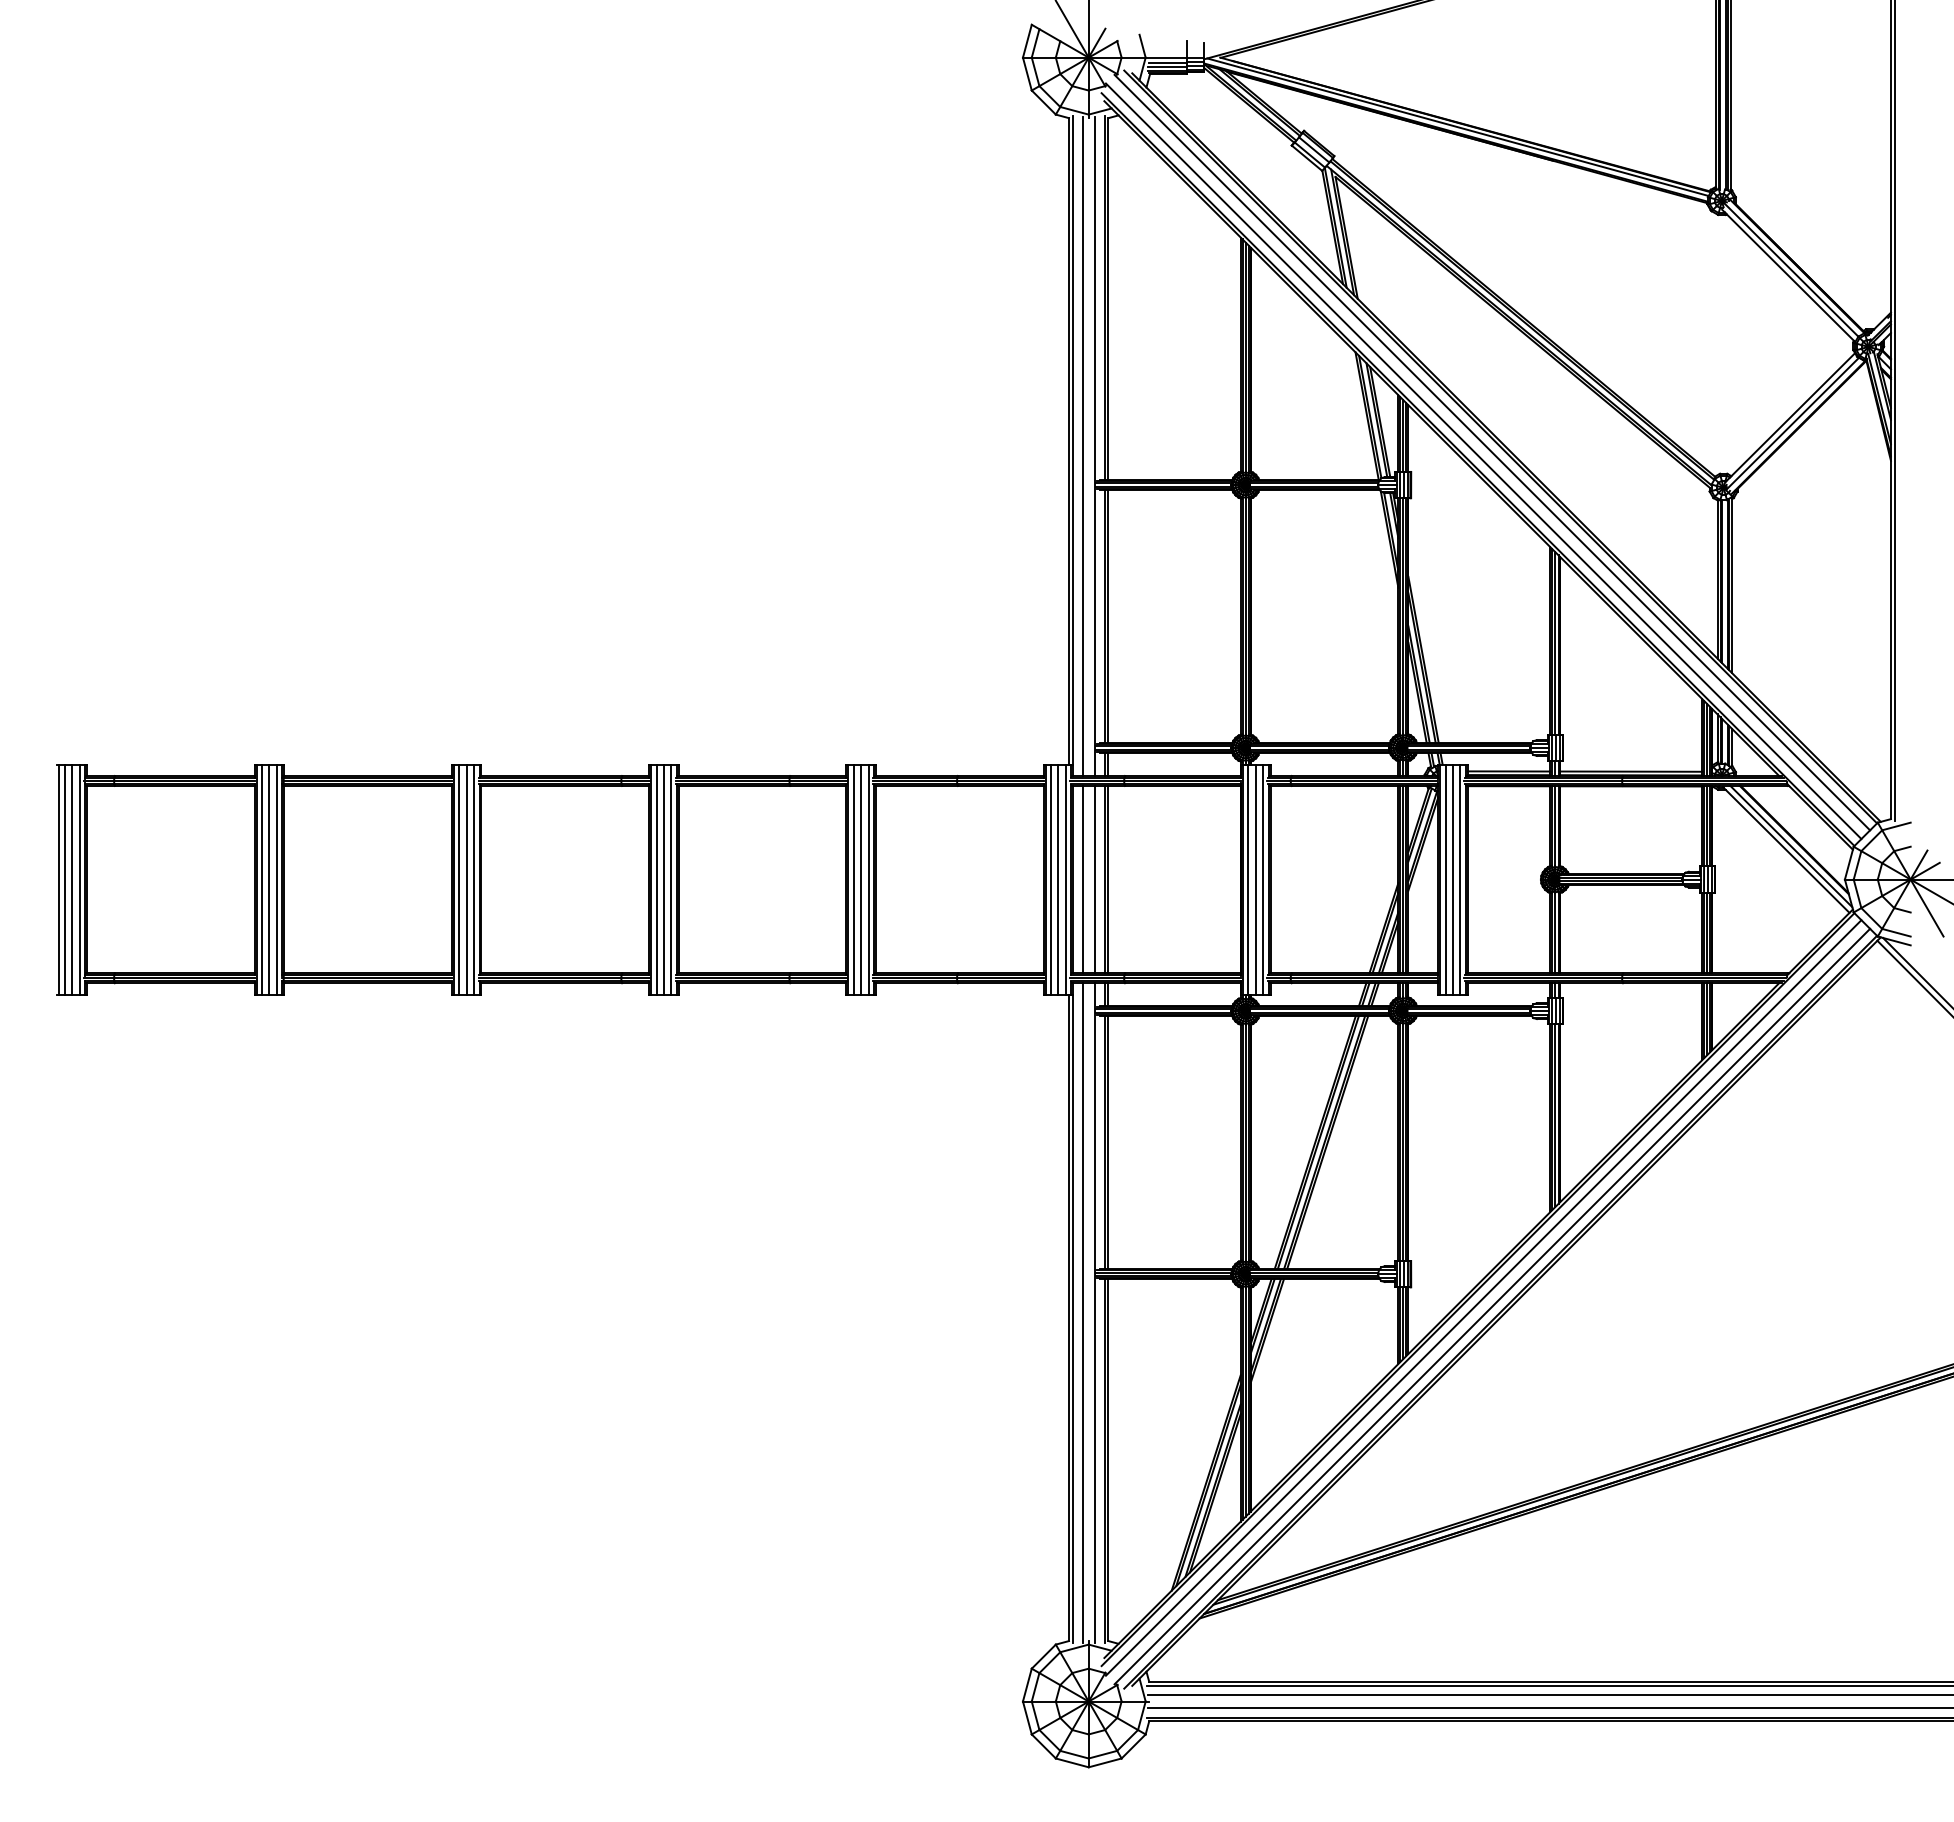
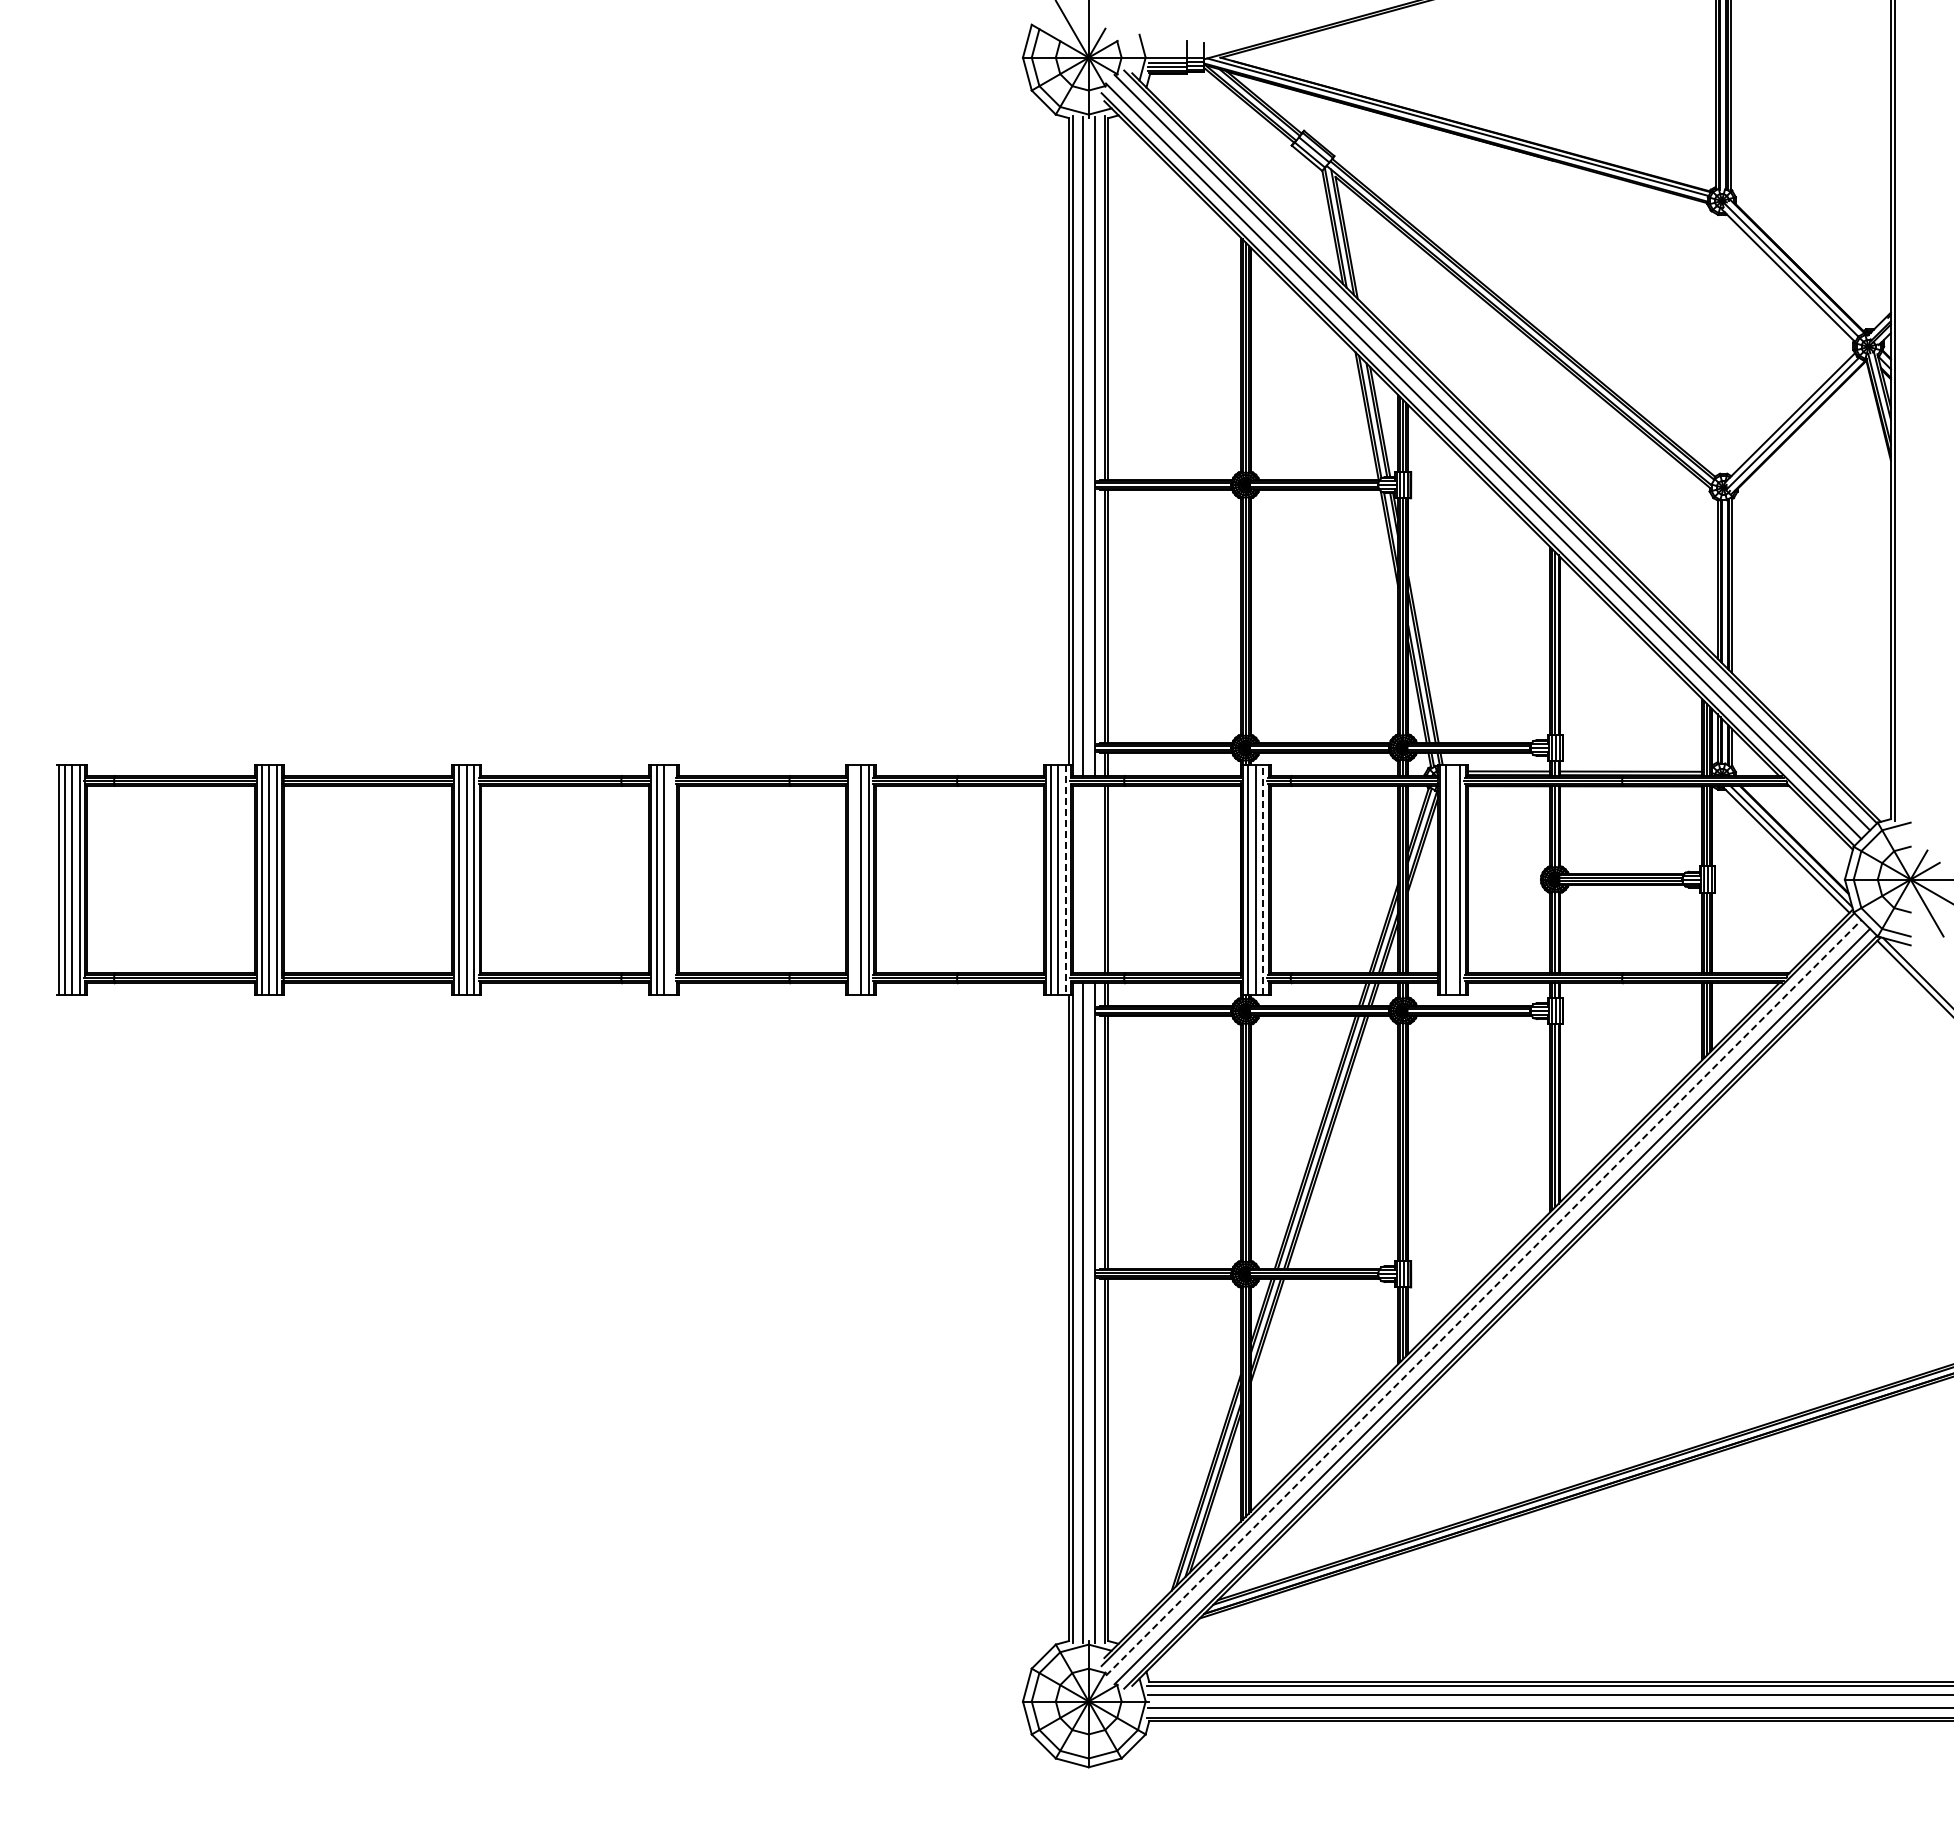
line at (671, 879): present -> none
line at (853, 879): present -> none
line at (1082, 879): present -> none
line at (1094, 879): present -> none
line at (1263, 879): solid -> dashed
line at (1453, 879): present -> none
line at (1065, 880): solid -> dashed
line at (1484, 1297): solid -> dashed
